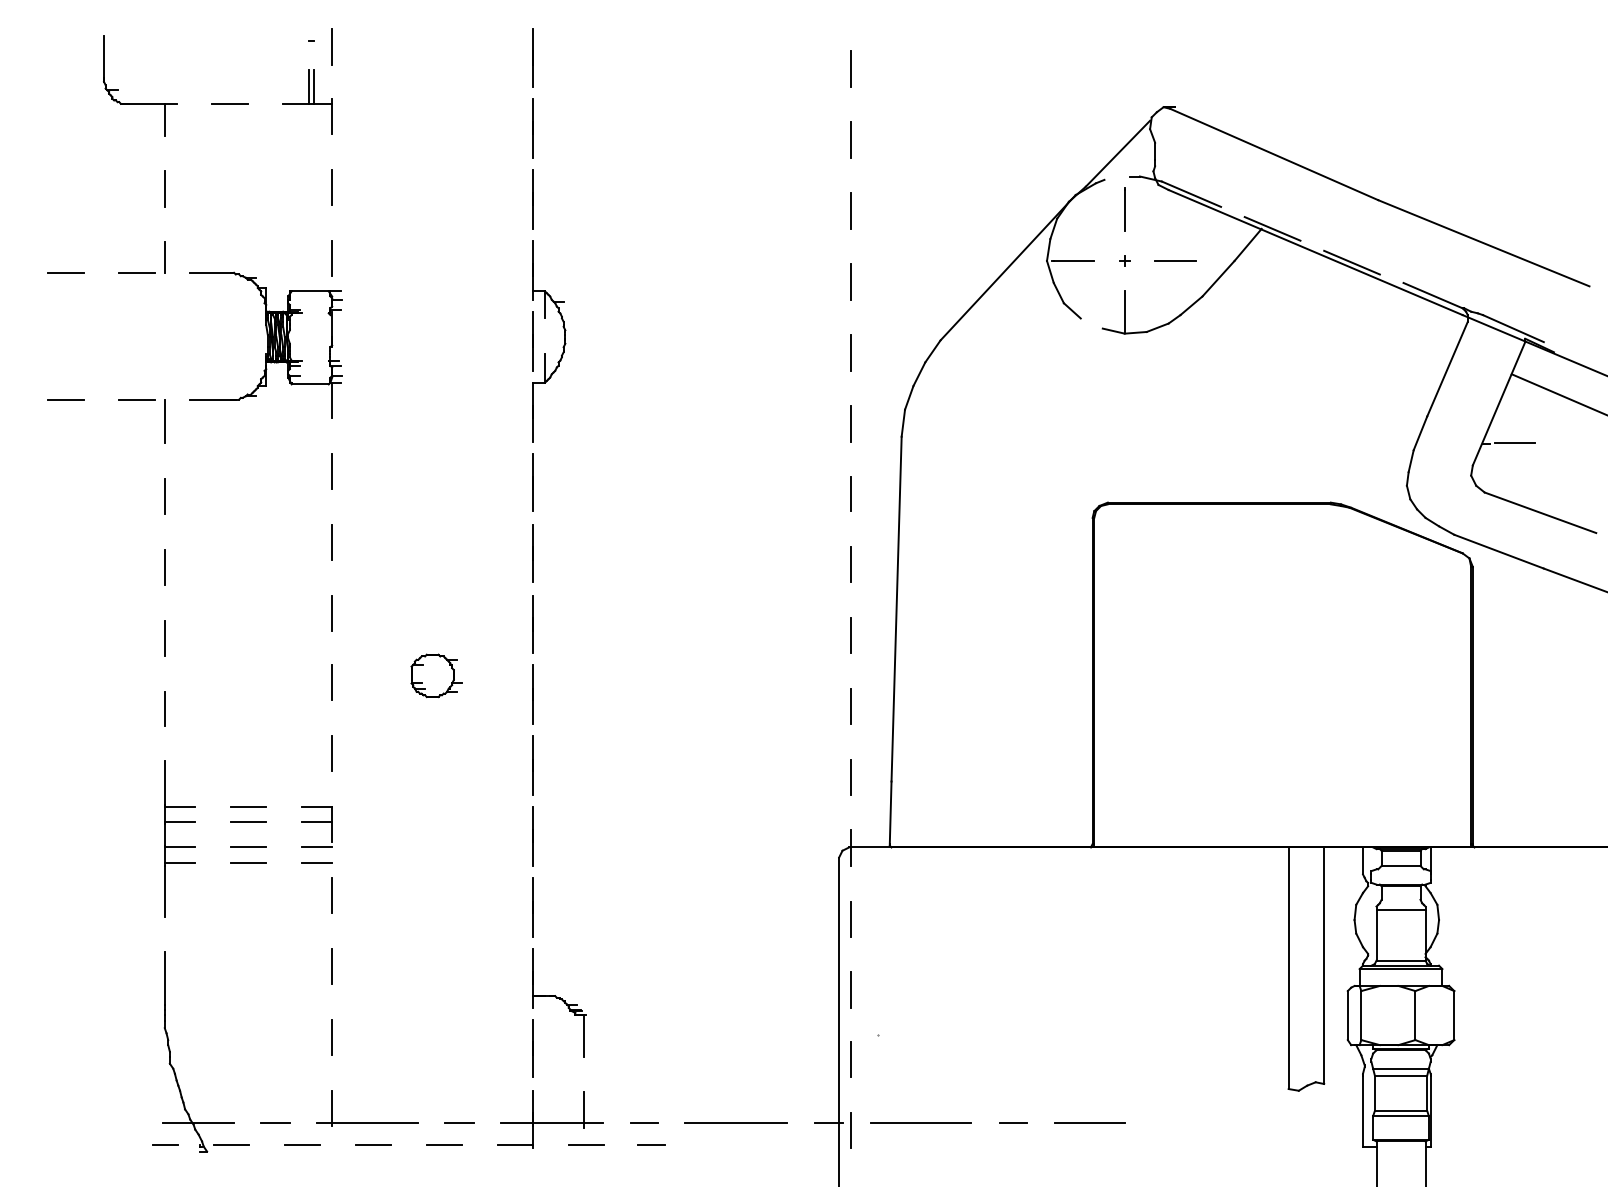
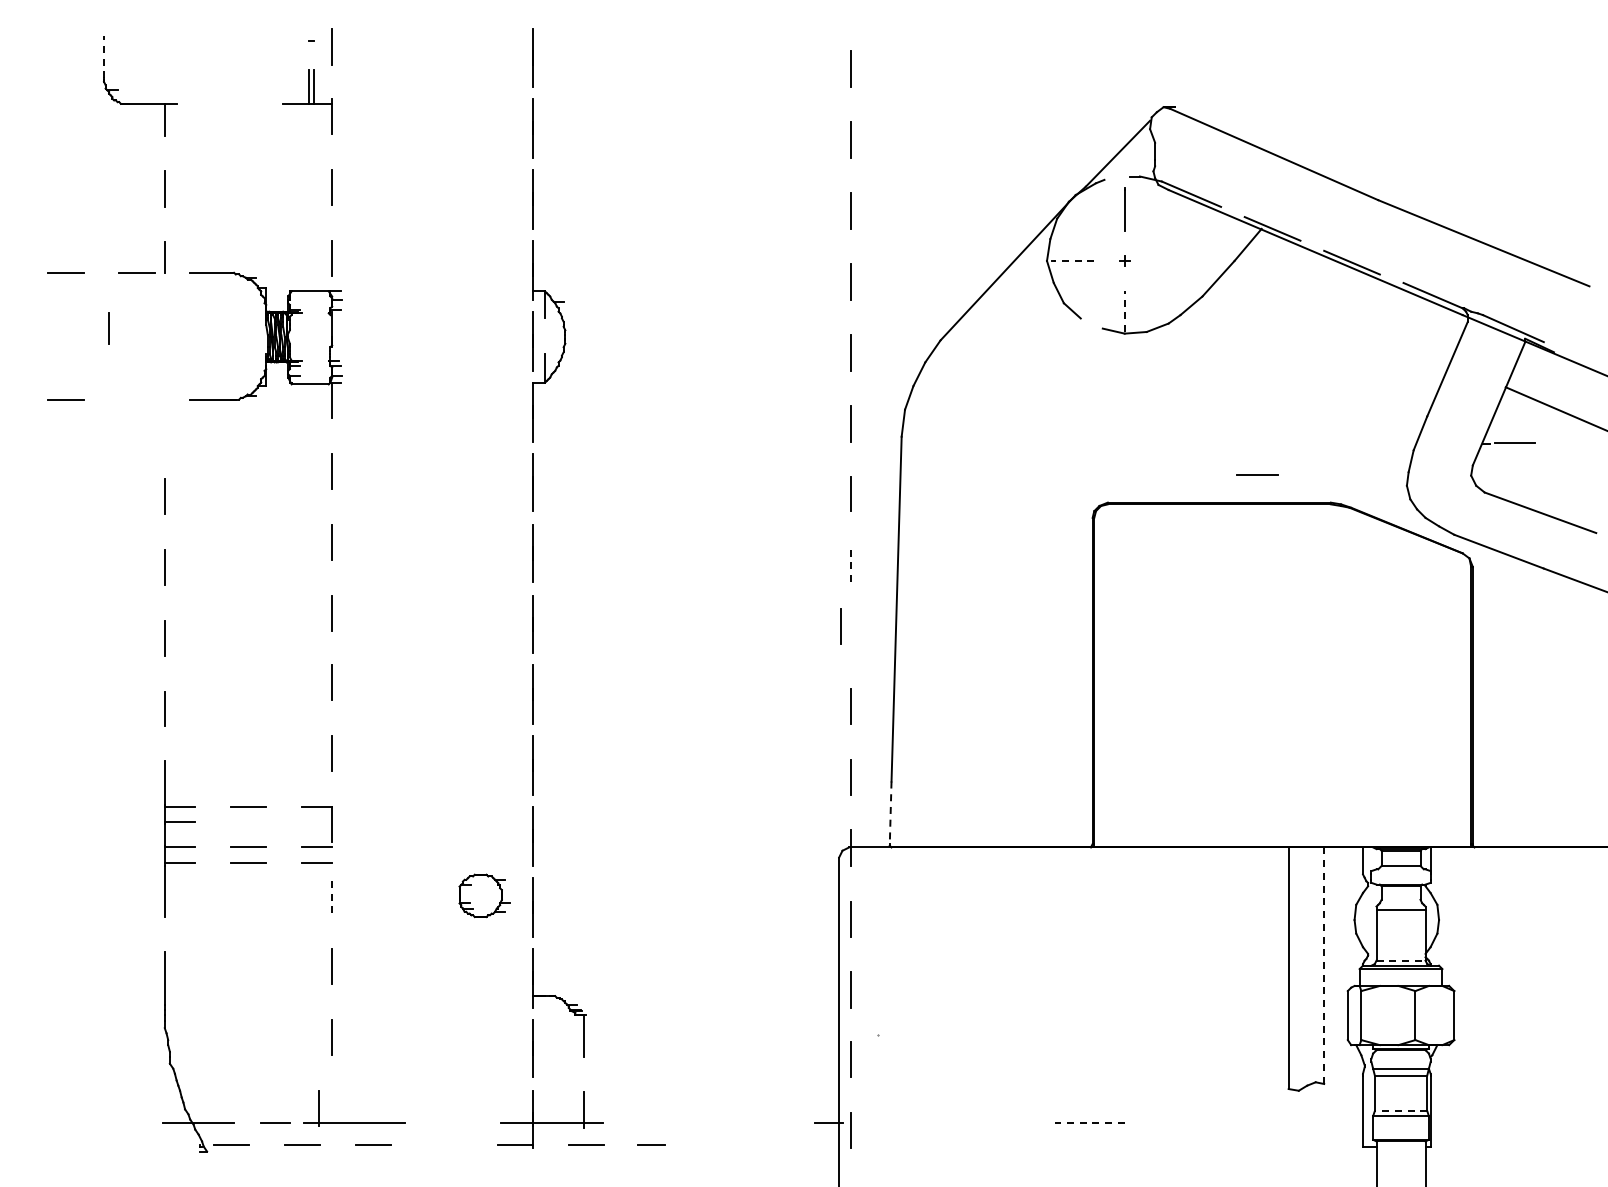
line at (104, 56): solid -> dashed
line at (229, 103): present -> none
line at (1073, 260): solid -> dashed
line at (1175, 260) position: (1175, 260) -> (1257, 474)
line at (1124, 311): solid -> dashed
line at (108, 328): none -> present
line at (1557, 394) position: (1557, 394) -> (1554, 408)
line at (136, 399): present -> none
line at (164, 421): present -> none
line at (850, 564): solid -> dashed
line at (850, 635) position: (850, 635) -> (840, 626)
part at (436, 675) position: (436, 675) -> (484, 895)
line at (890, 813): solid -> dashed
line at (248, 822): present -> none
line at (316, 822): present -> none
line at (332, 895): solid -> dashed
line at (1401, 960): solid -> dashed
line at (1324, 966): solid -> dashed
line at (1400, 1111): solid -> dashed
part at (367, 1122) position: (367, 1122) -> (354, 1122)
line at (459, 1122): present -> none
line at (644, 1122): present -> none
line at (735, 1122): present -> none
line at (920, 1122): present -> none
line at (1012, 1122): present -> none
line at (1090, 1122): solid -> dashed
line at (165, 1144): present -> none
line at (444, 1144): present -> none
